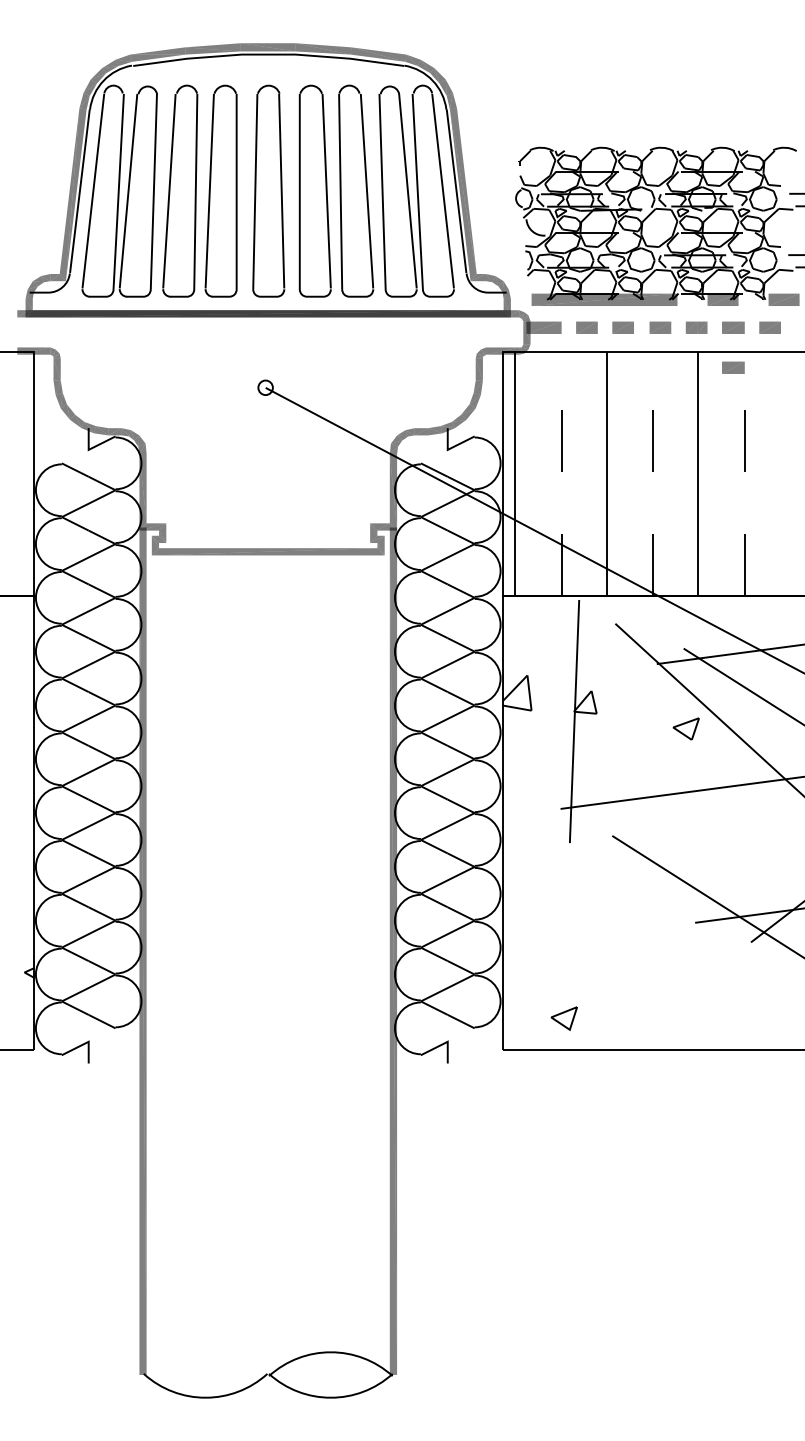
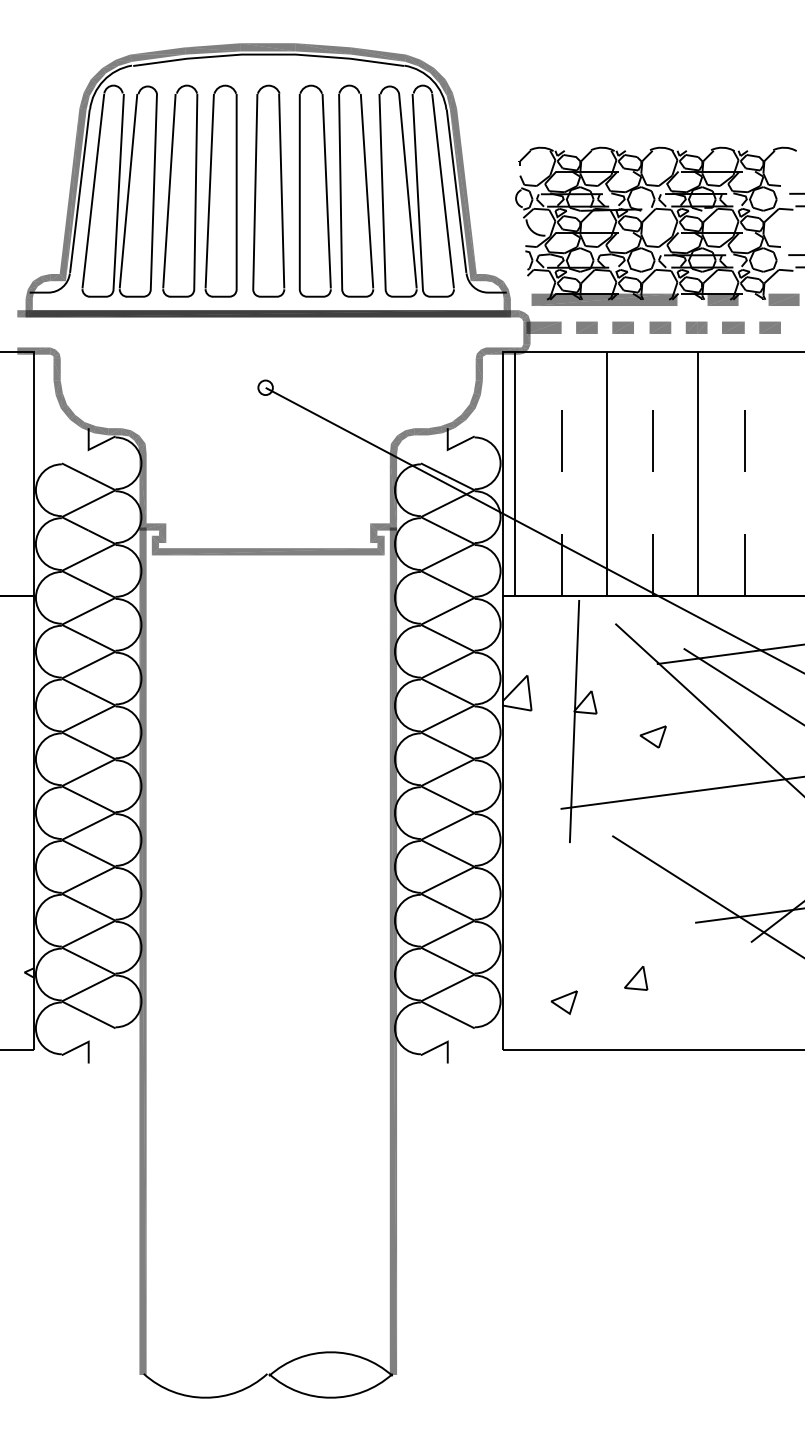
part at (733, 367): present -> none
part at (685, 728) position: (685, 728) -> (652, 736)
part at (636, 978): none -> present
part at (563, 1018) position: (563, 1018) -> (563, 1002)
